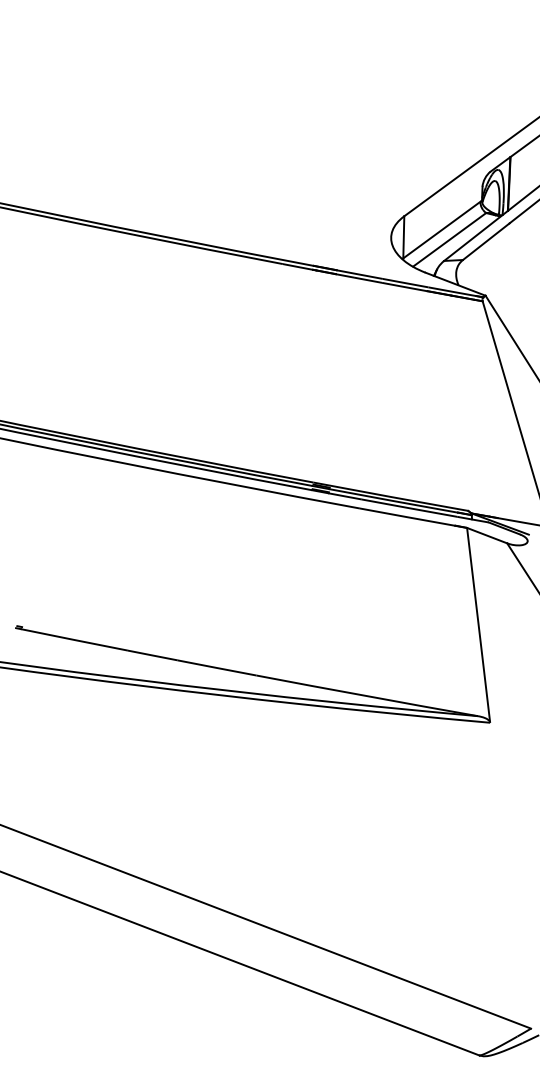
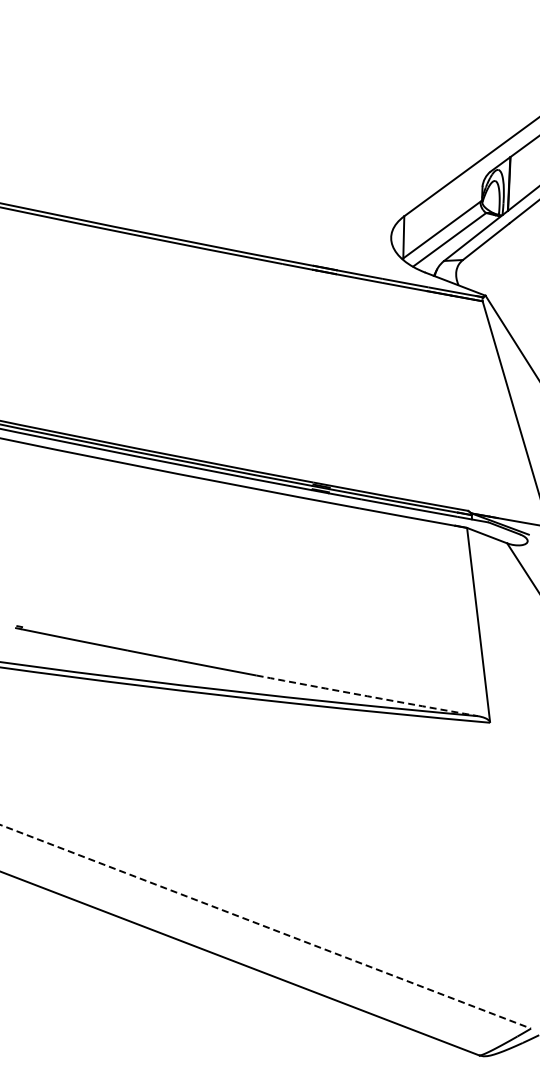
arc at (367, 696): solid -> dashed
line at (266, 926): solid -> dashed
